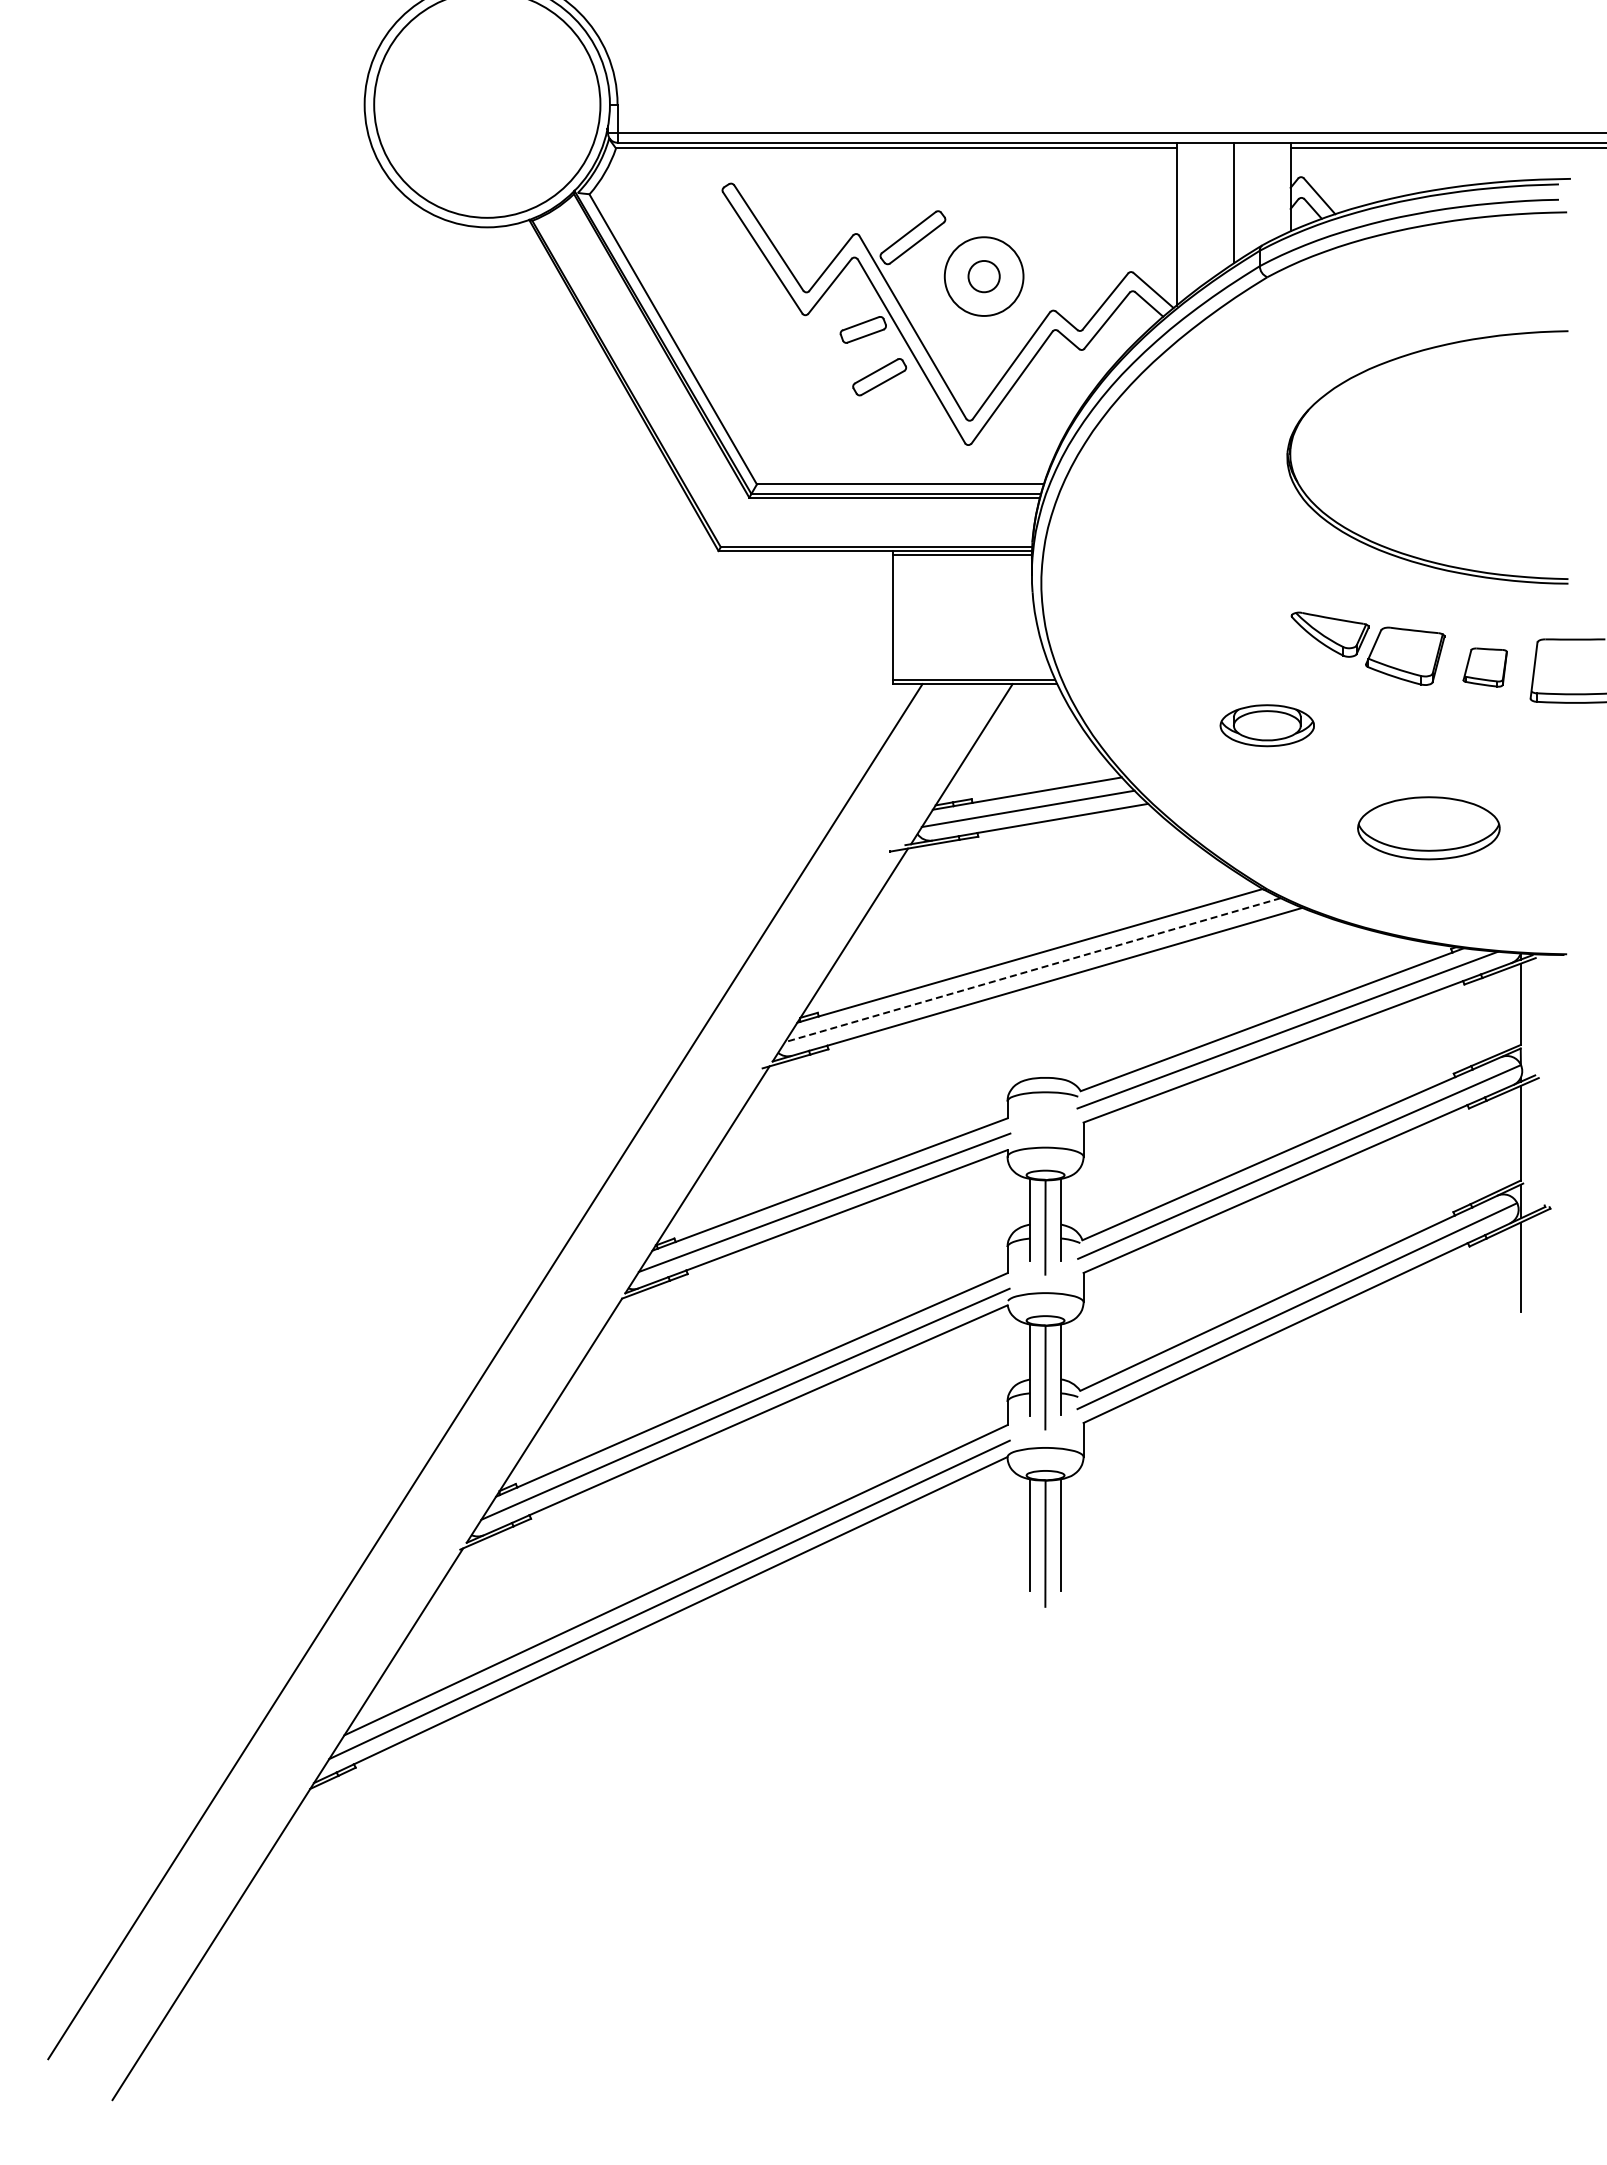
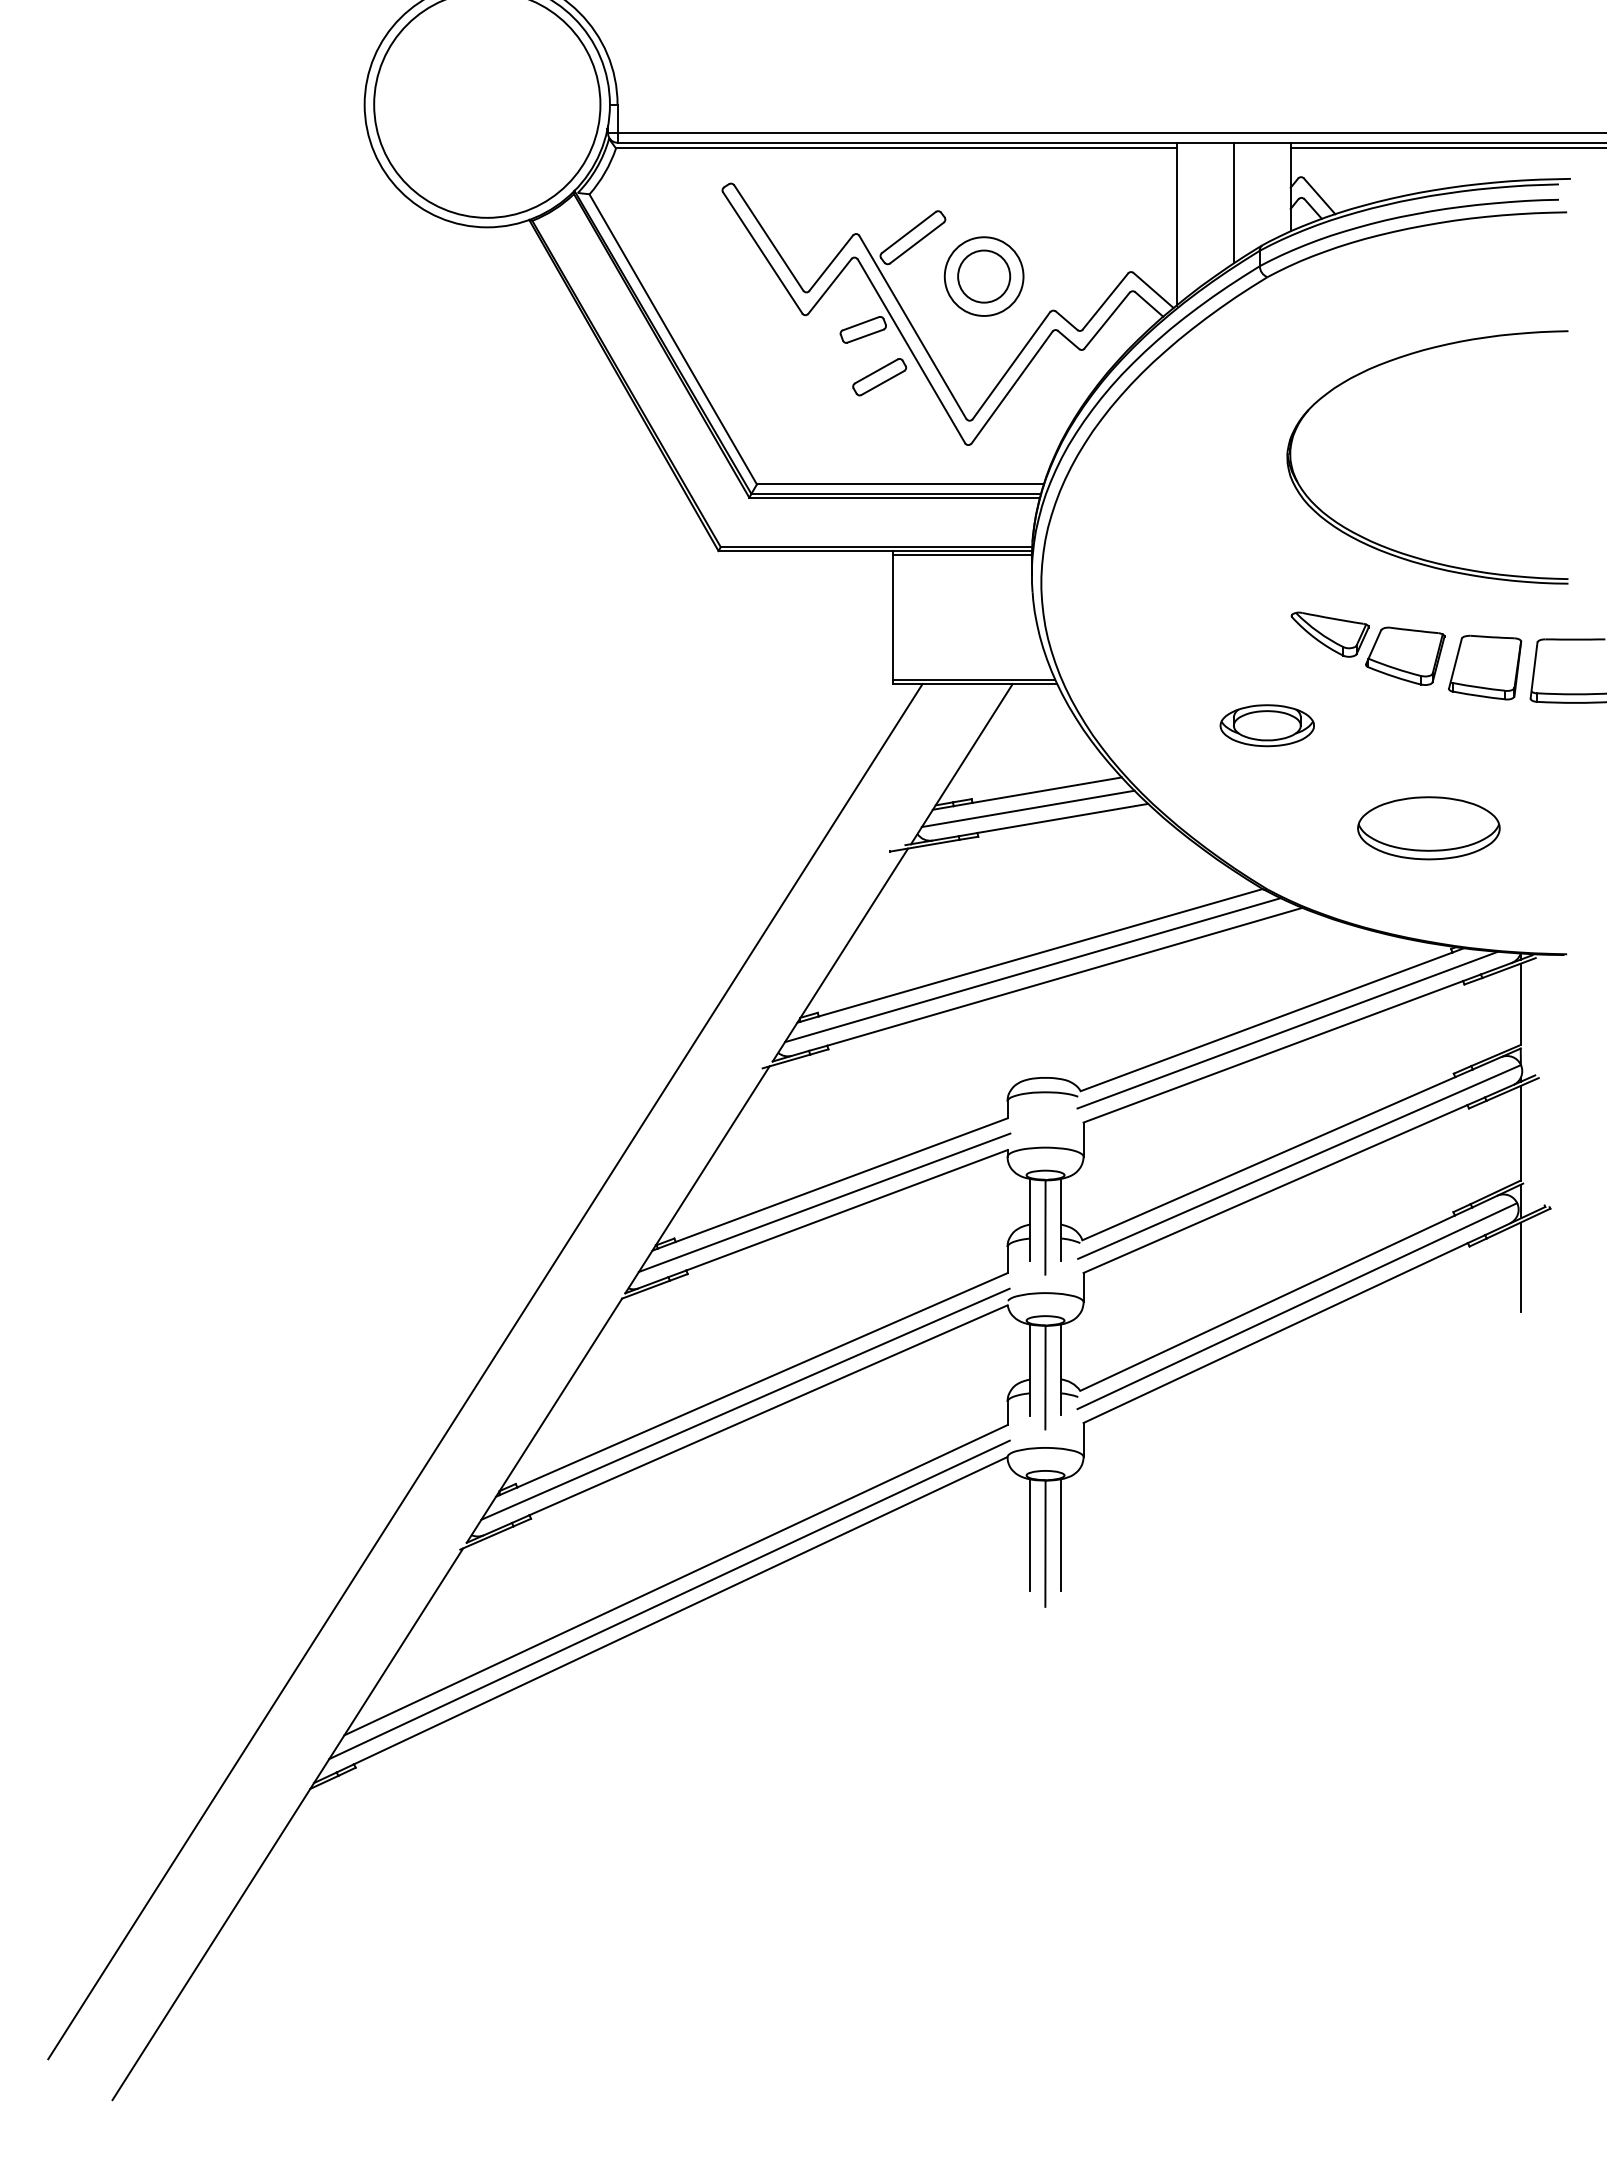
circle at (983, 276) diameter: 31 px -> 52 px
part at (1484, 667) size: 46x41 px -> 75x67 px
line at (1032, 970): dashed -> solid
